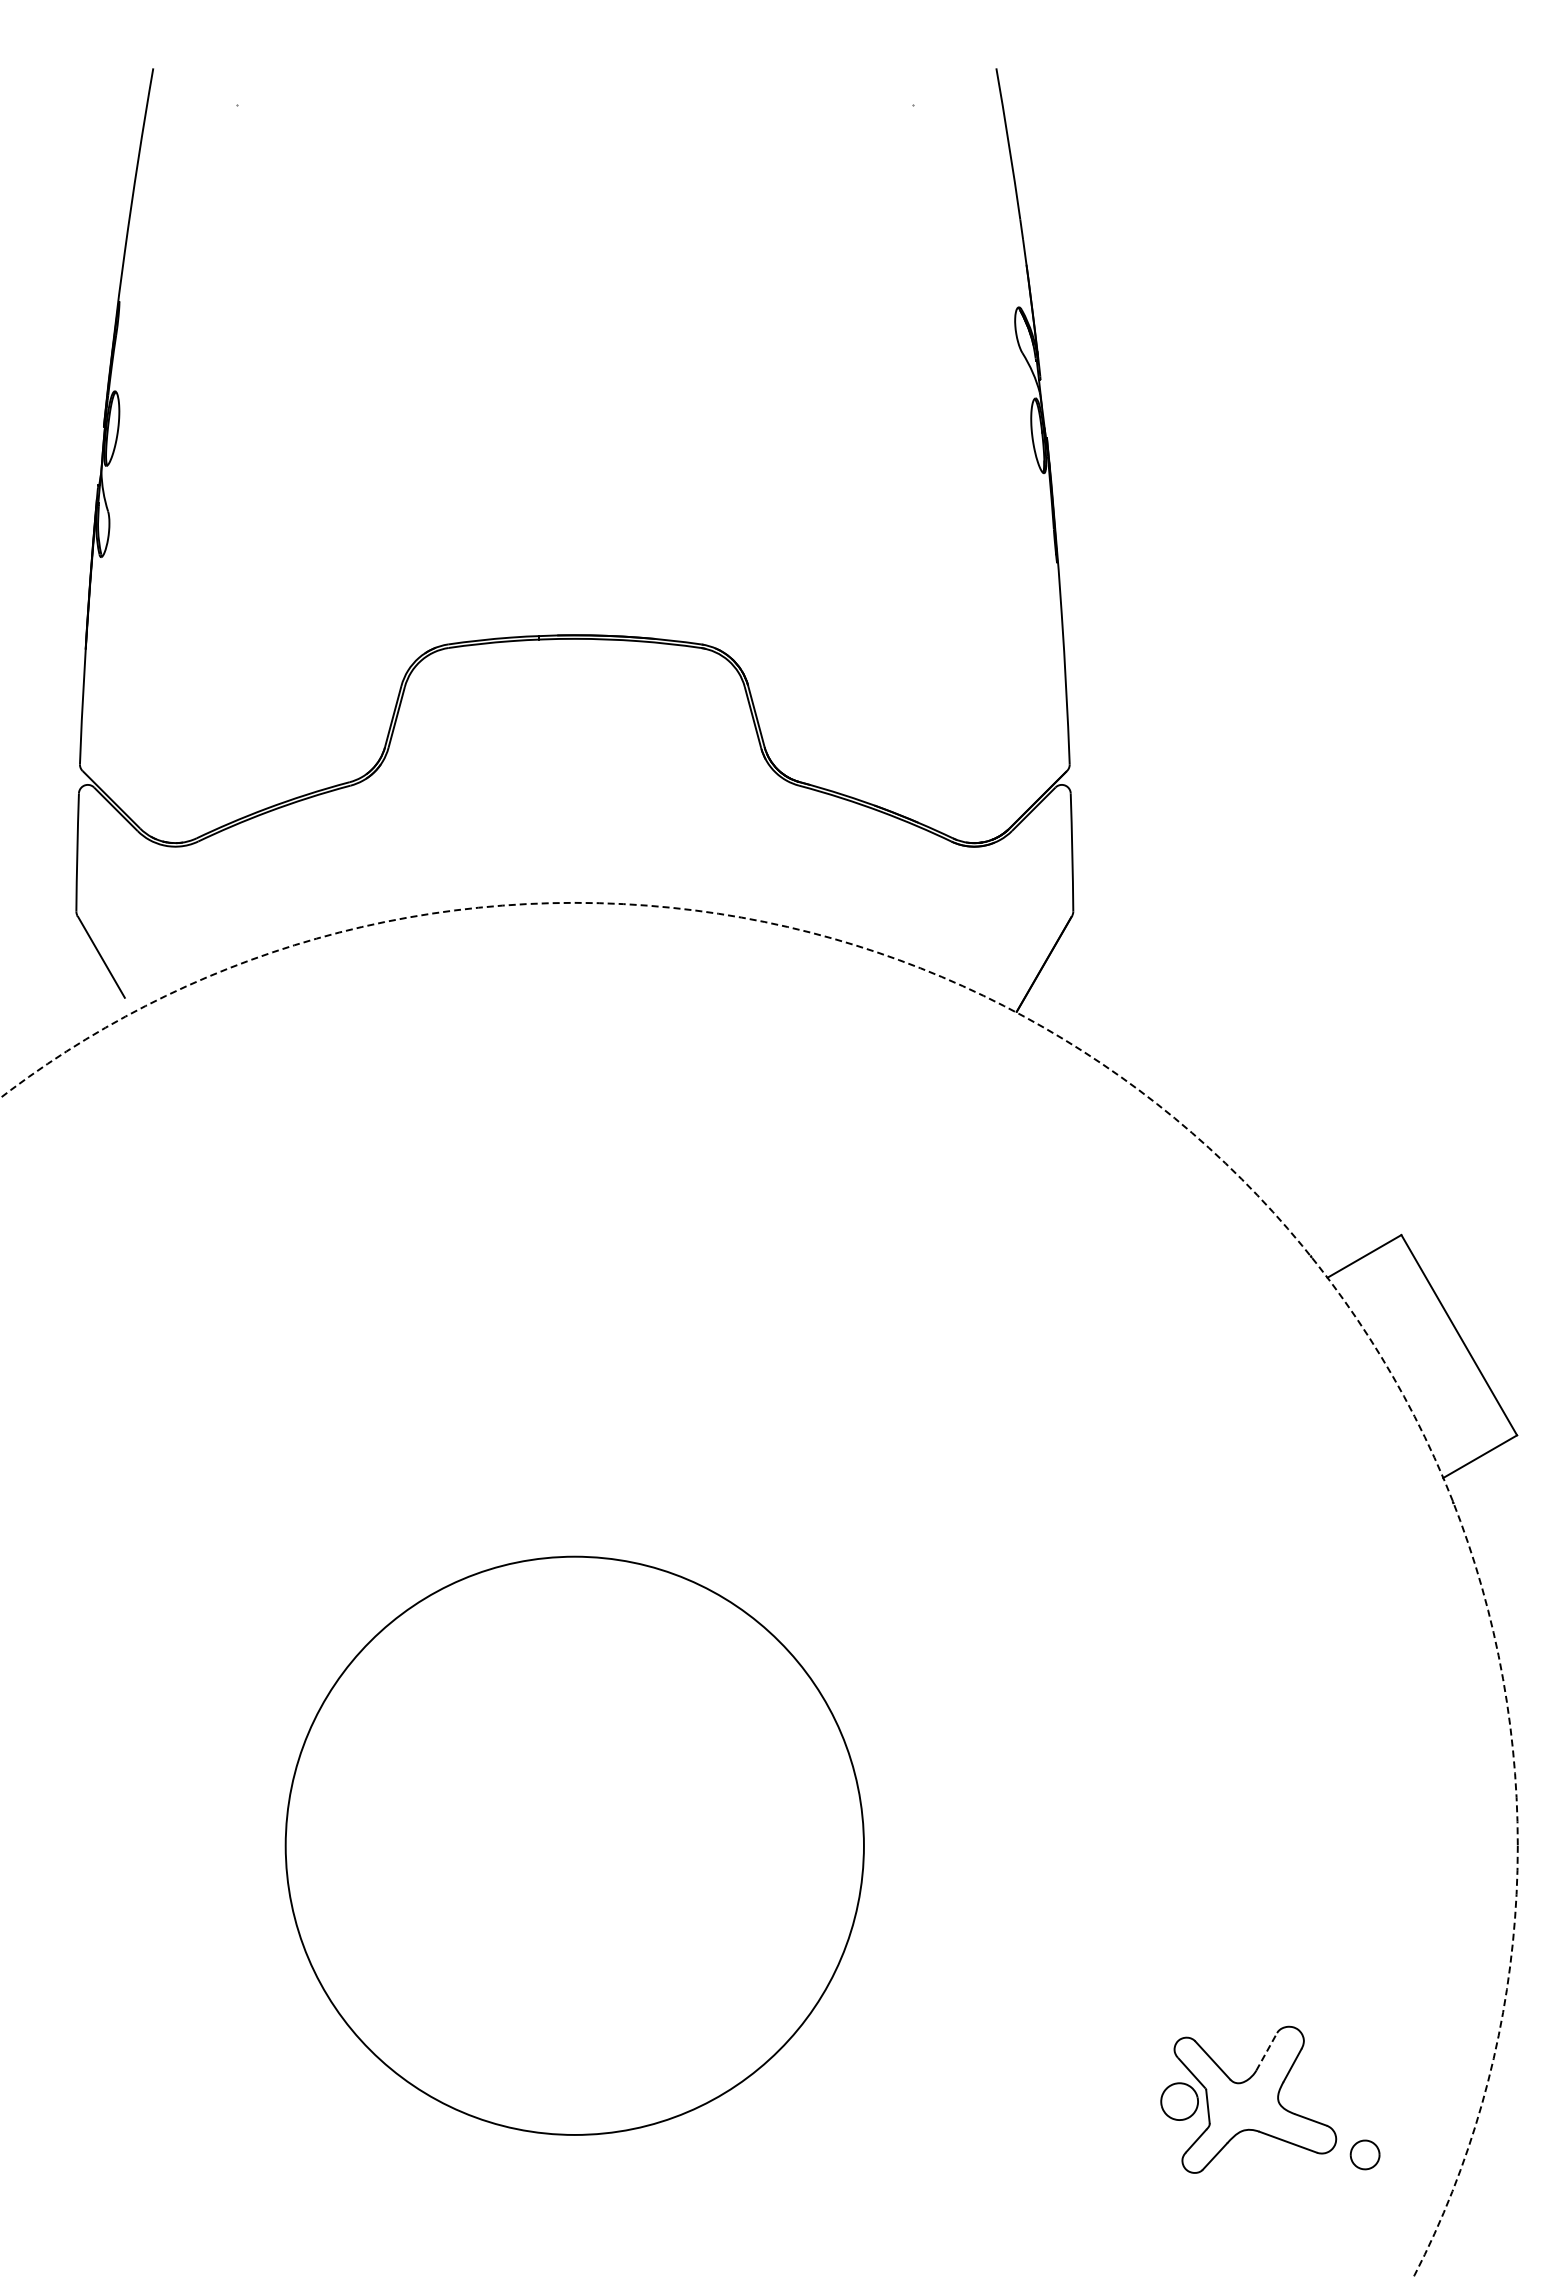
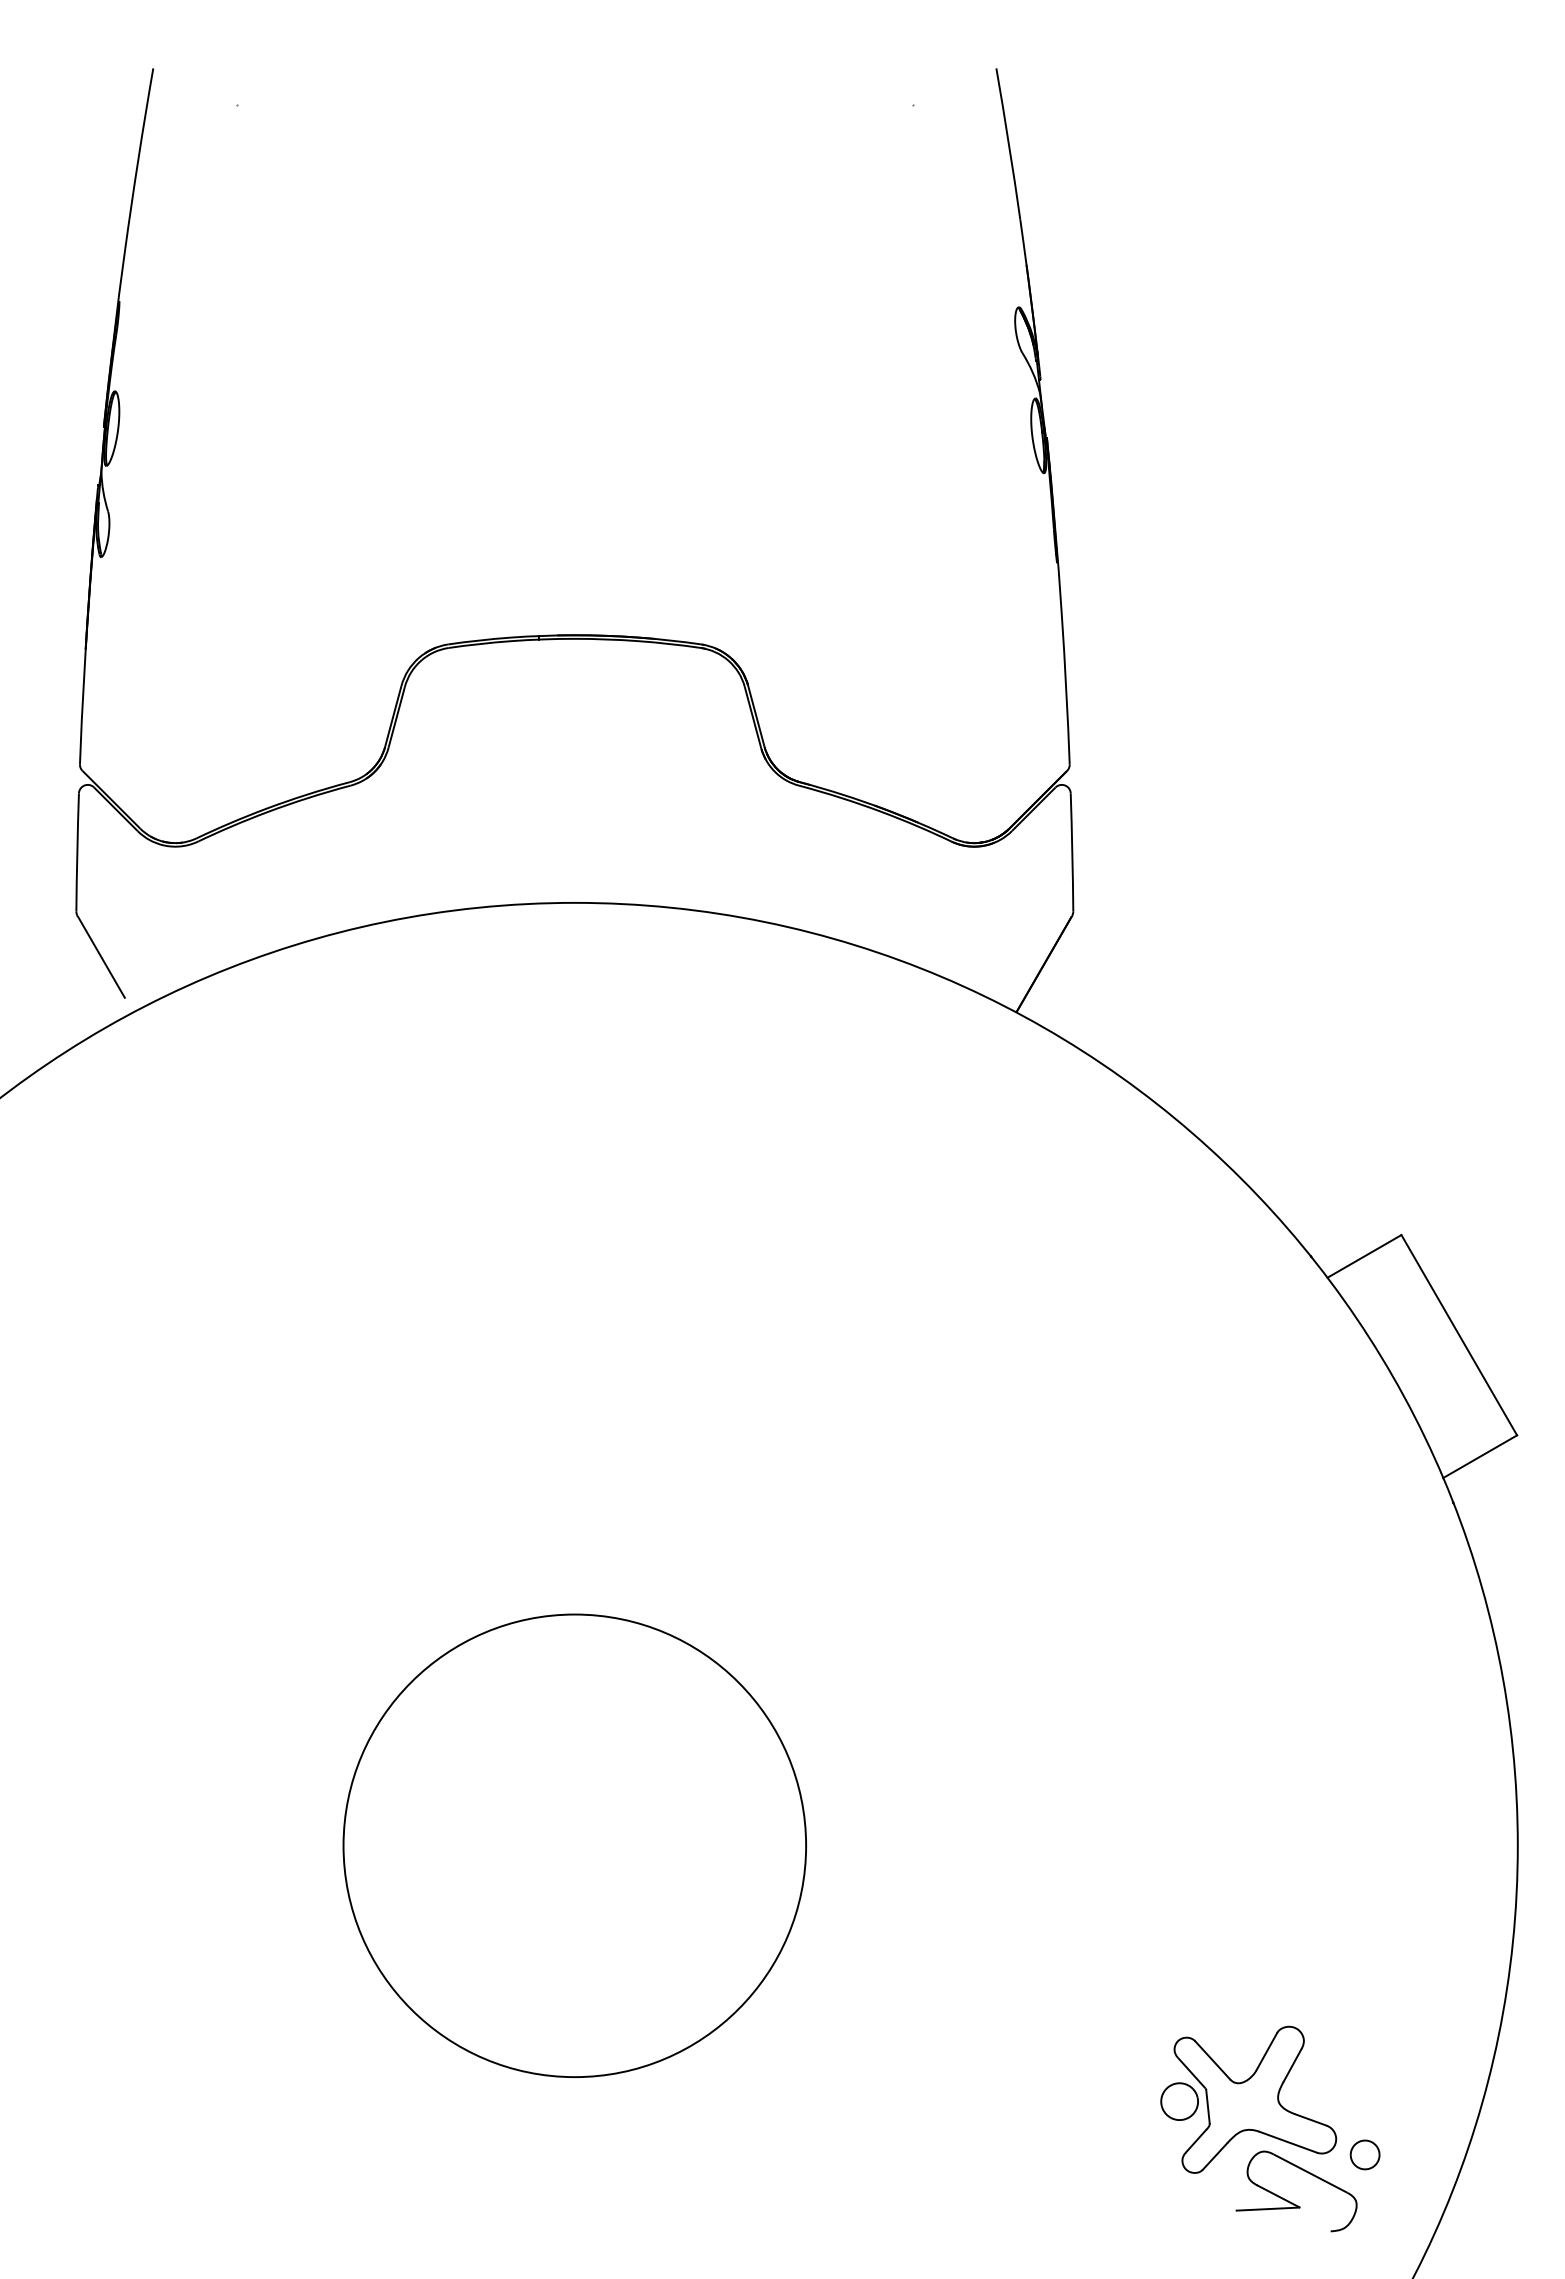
circle at (758, 1590): dashed -> solid
circle at (574, 1845) diameter: 578 px -> 463 px
line at (1266, 2051): dashed -> solid
part at (1290, 2201): none -> present
